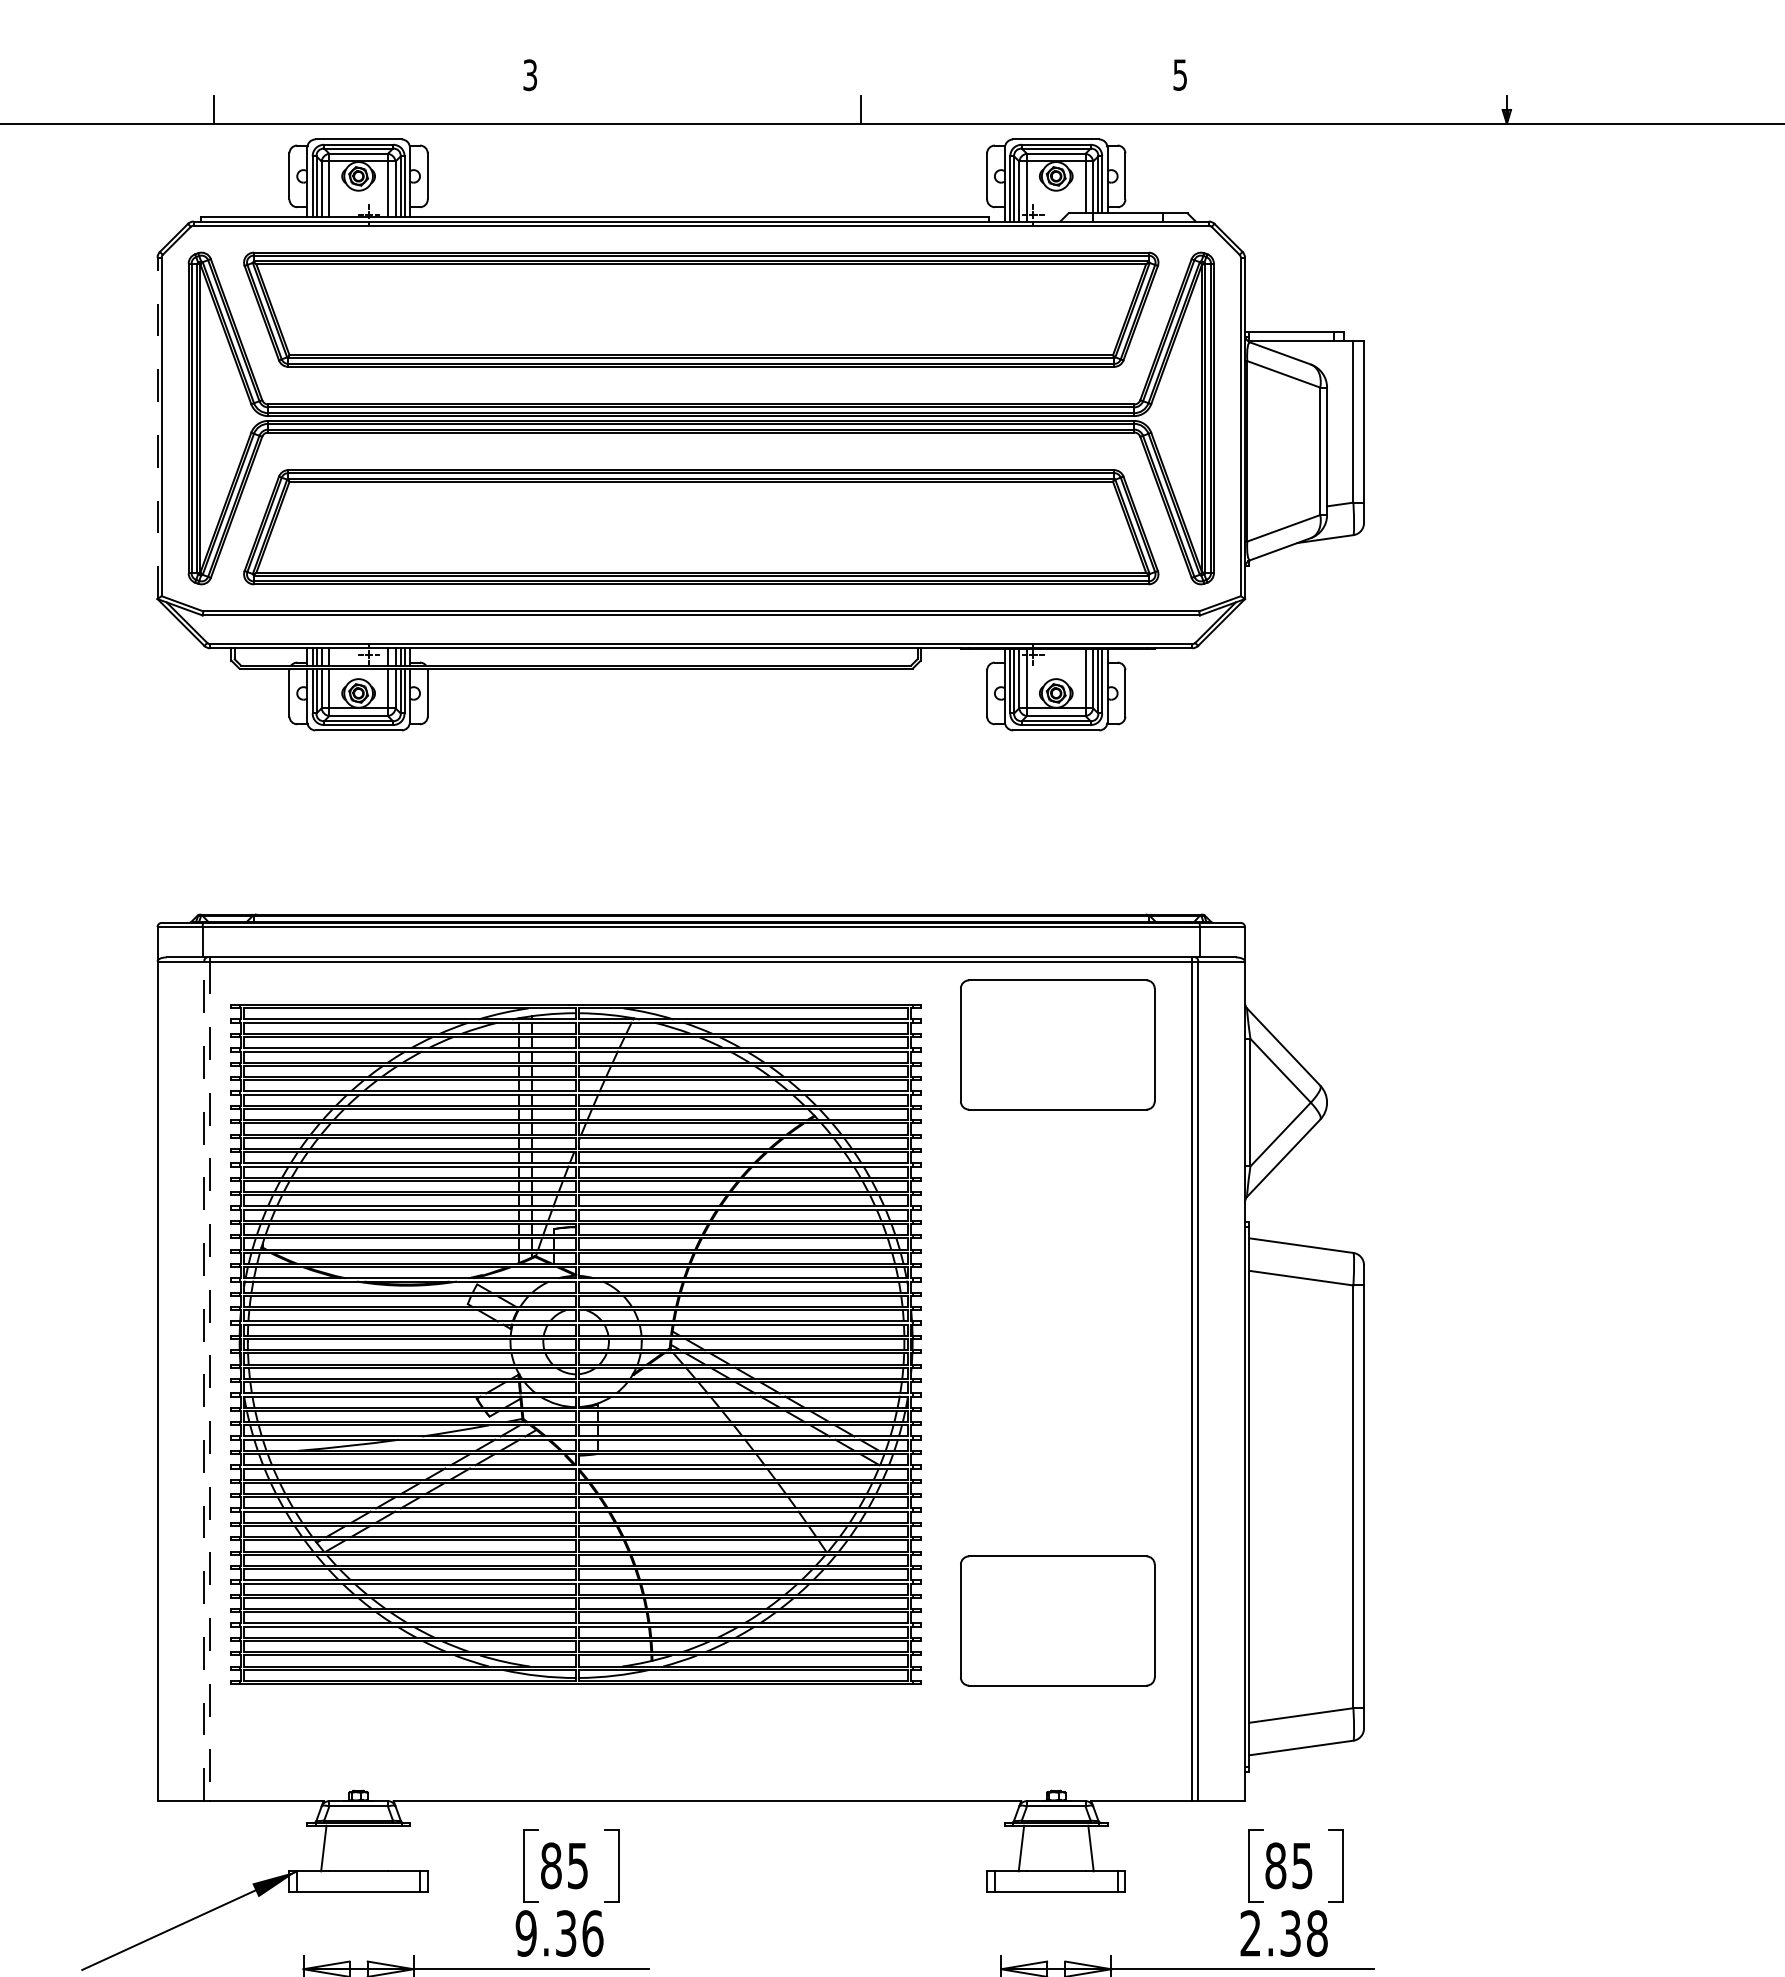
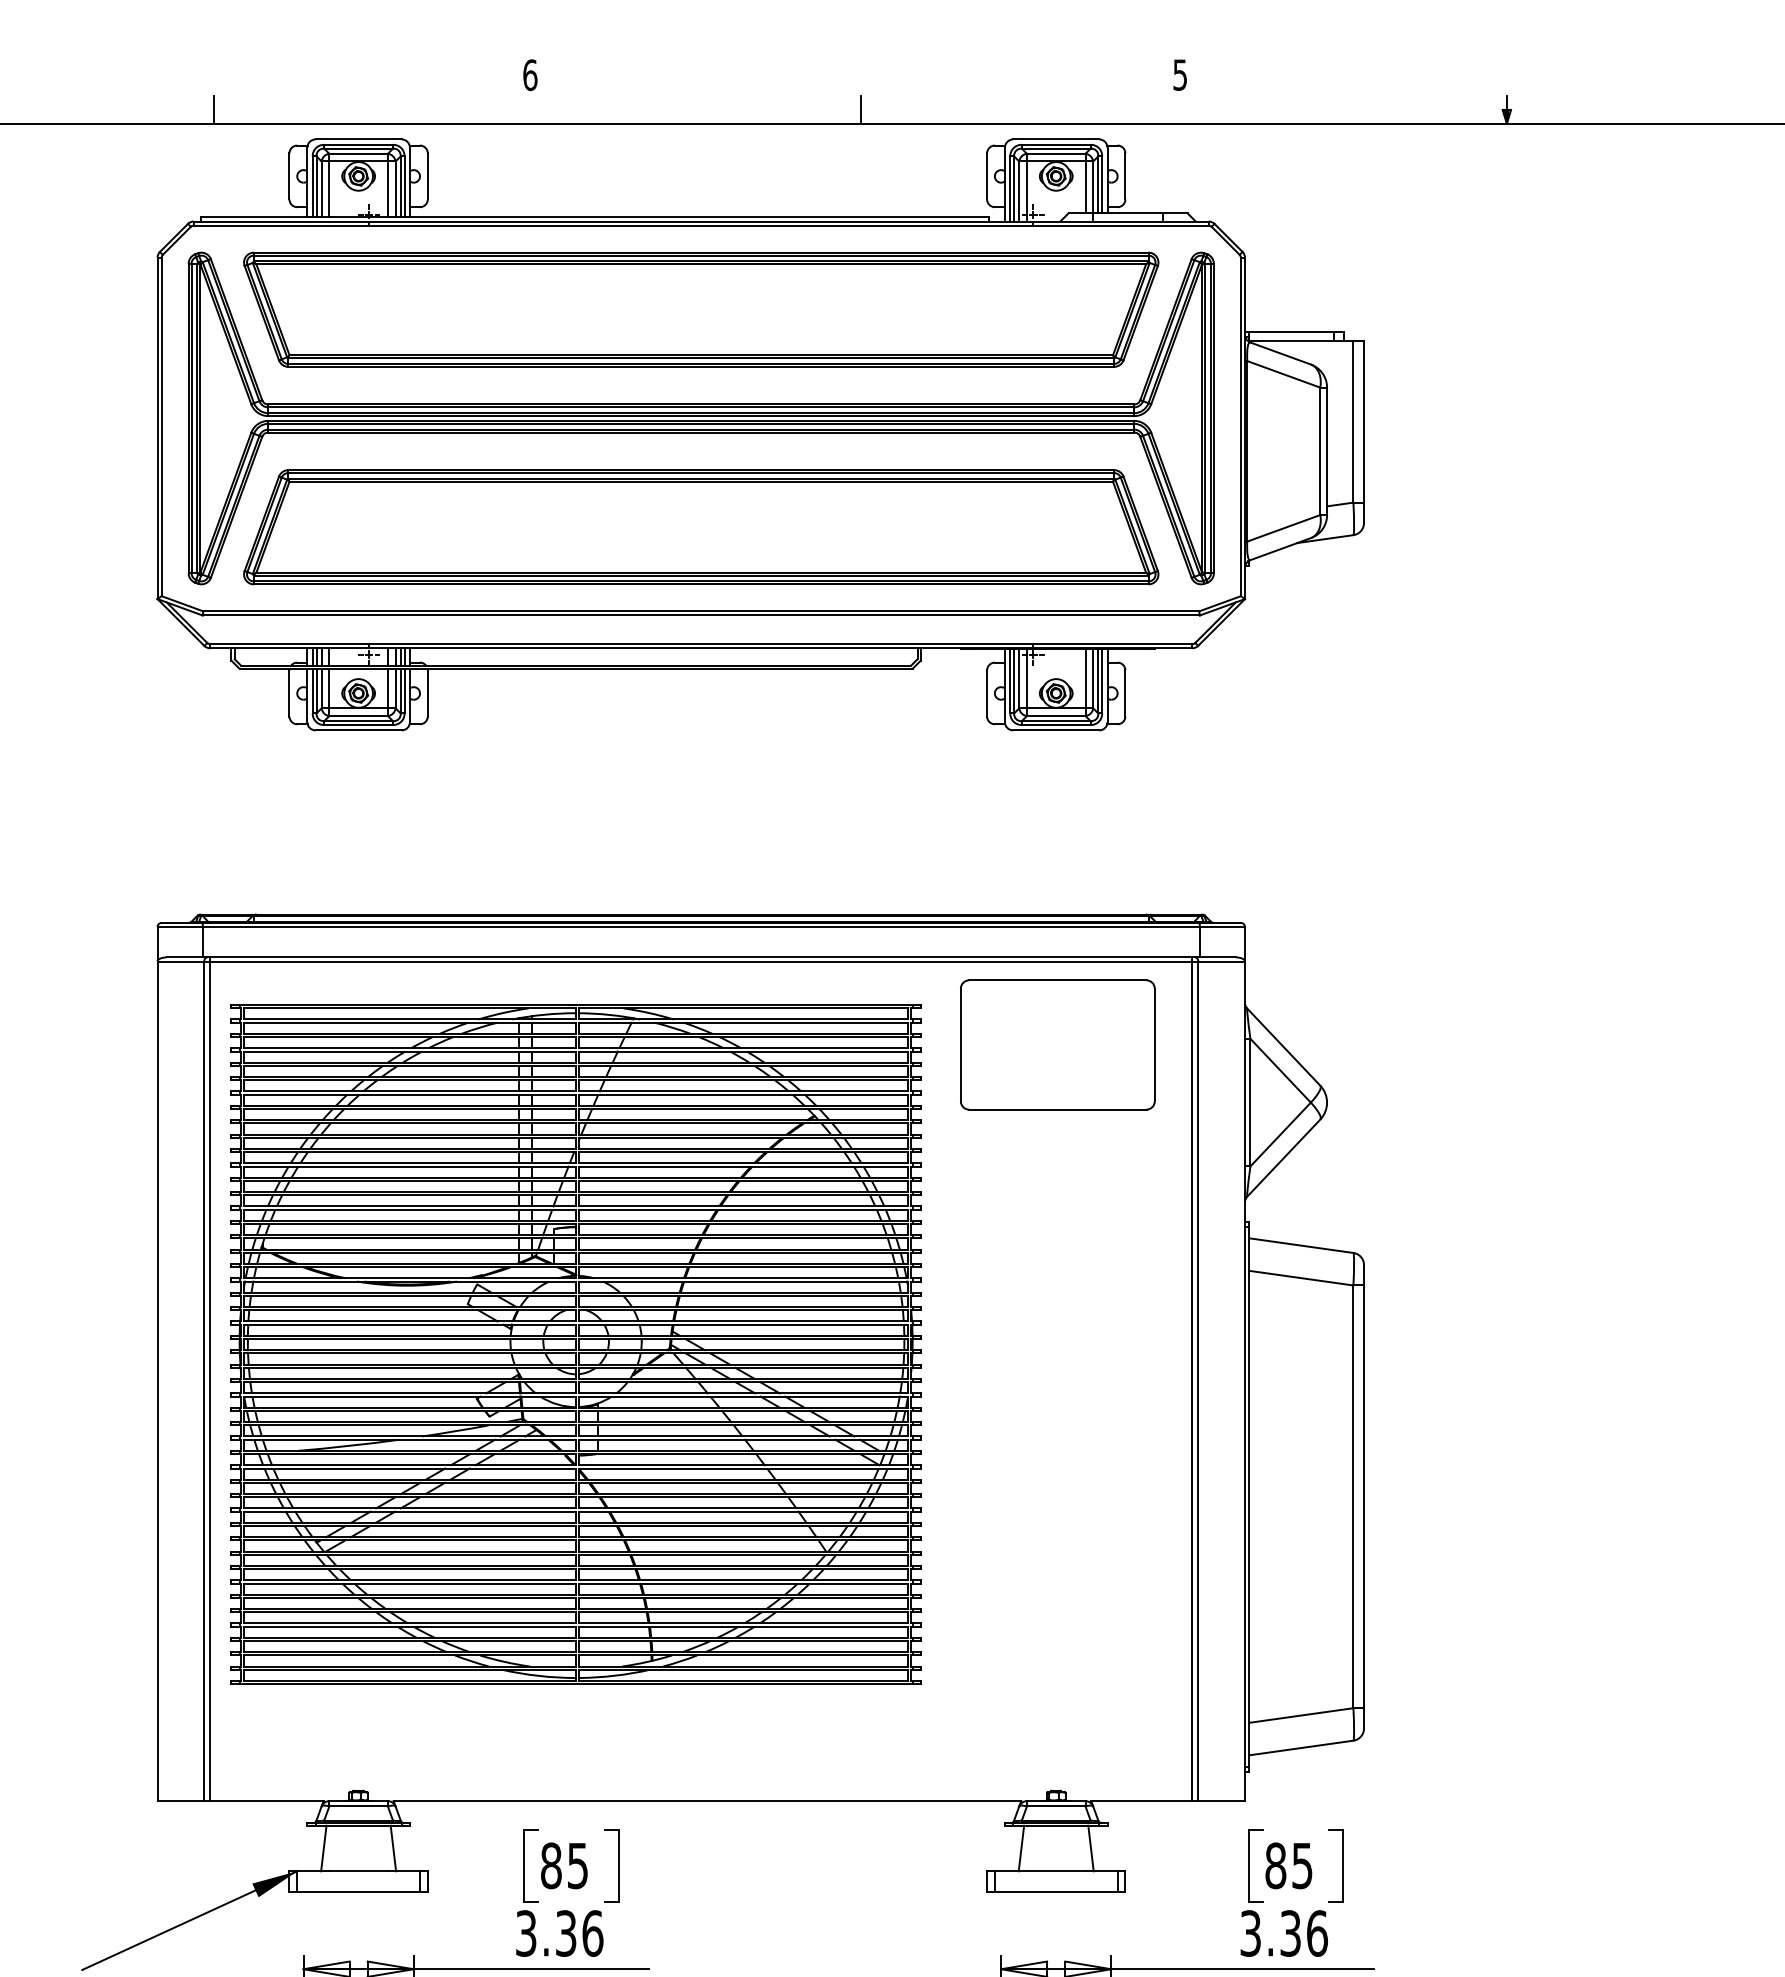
text at (530, 75): 3 -> 6
line at (157, 428): dashed -> solid
line at (204, 1381): dashed -> solid
line at (210, 1381): dashed -> solid
part at (1057, 1620): present -> none
line at (393, 1848): none -> present
text at (525, 1933): 9.36 -> 3.36
text at (1284, 1933): 2.38 -> 3.36
